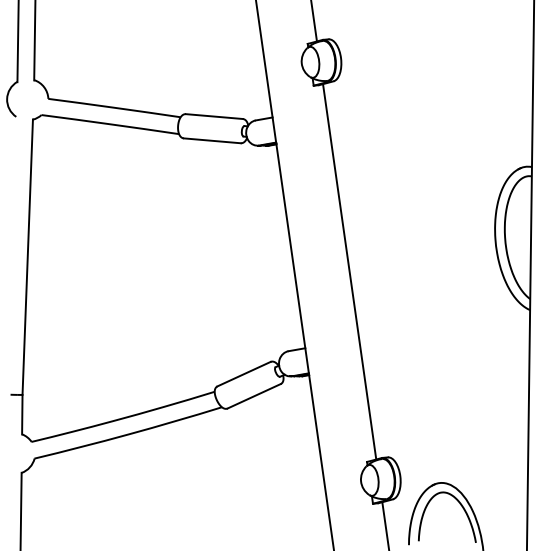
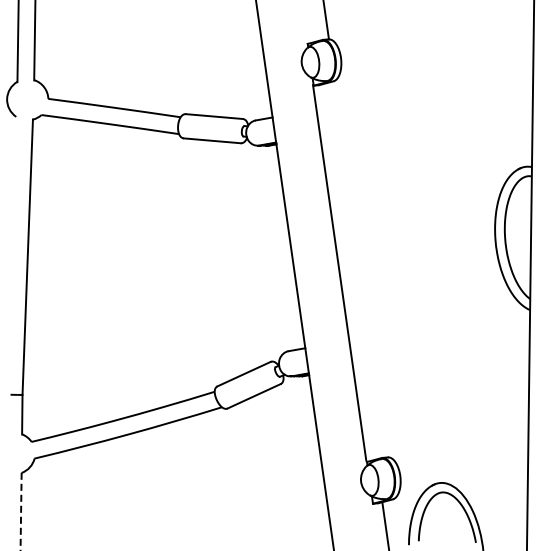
line at (313, 21) position: (313, 21) -> (325, 20)
line at (349, 271) position: (349, 271) -> (339, 272)
line at (21, 511): solid -> dashed
